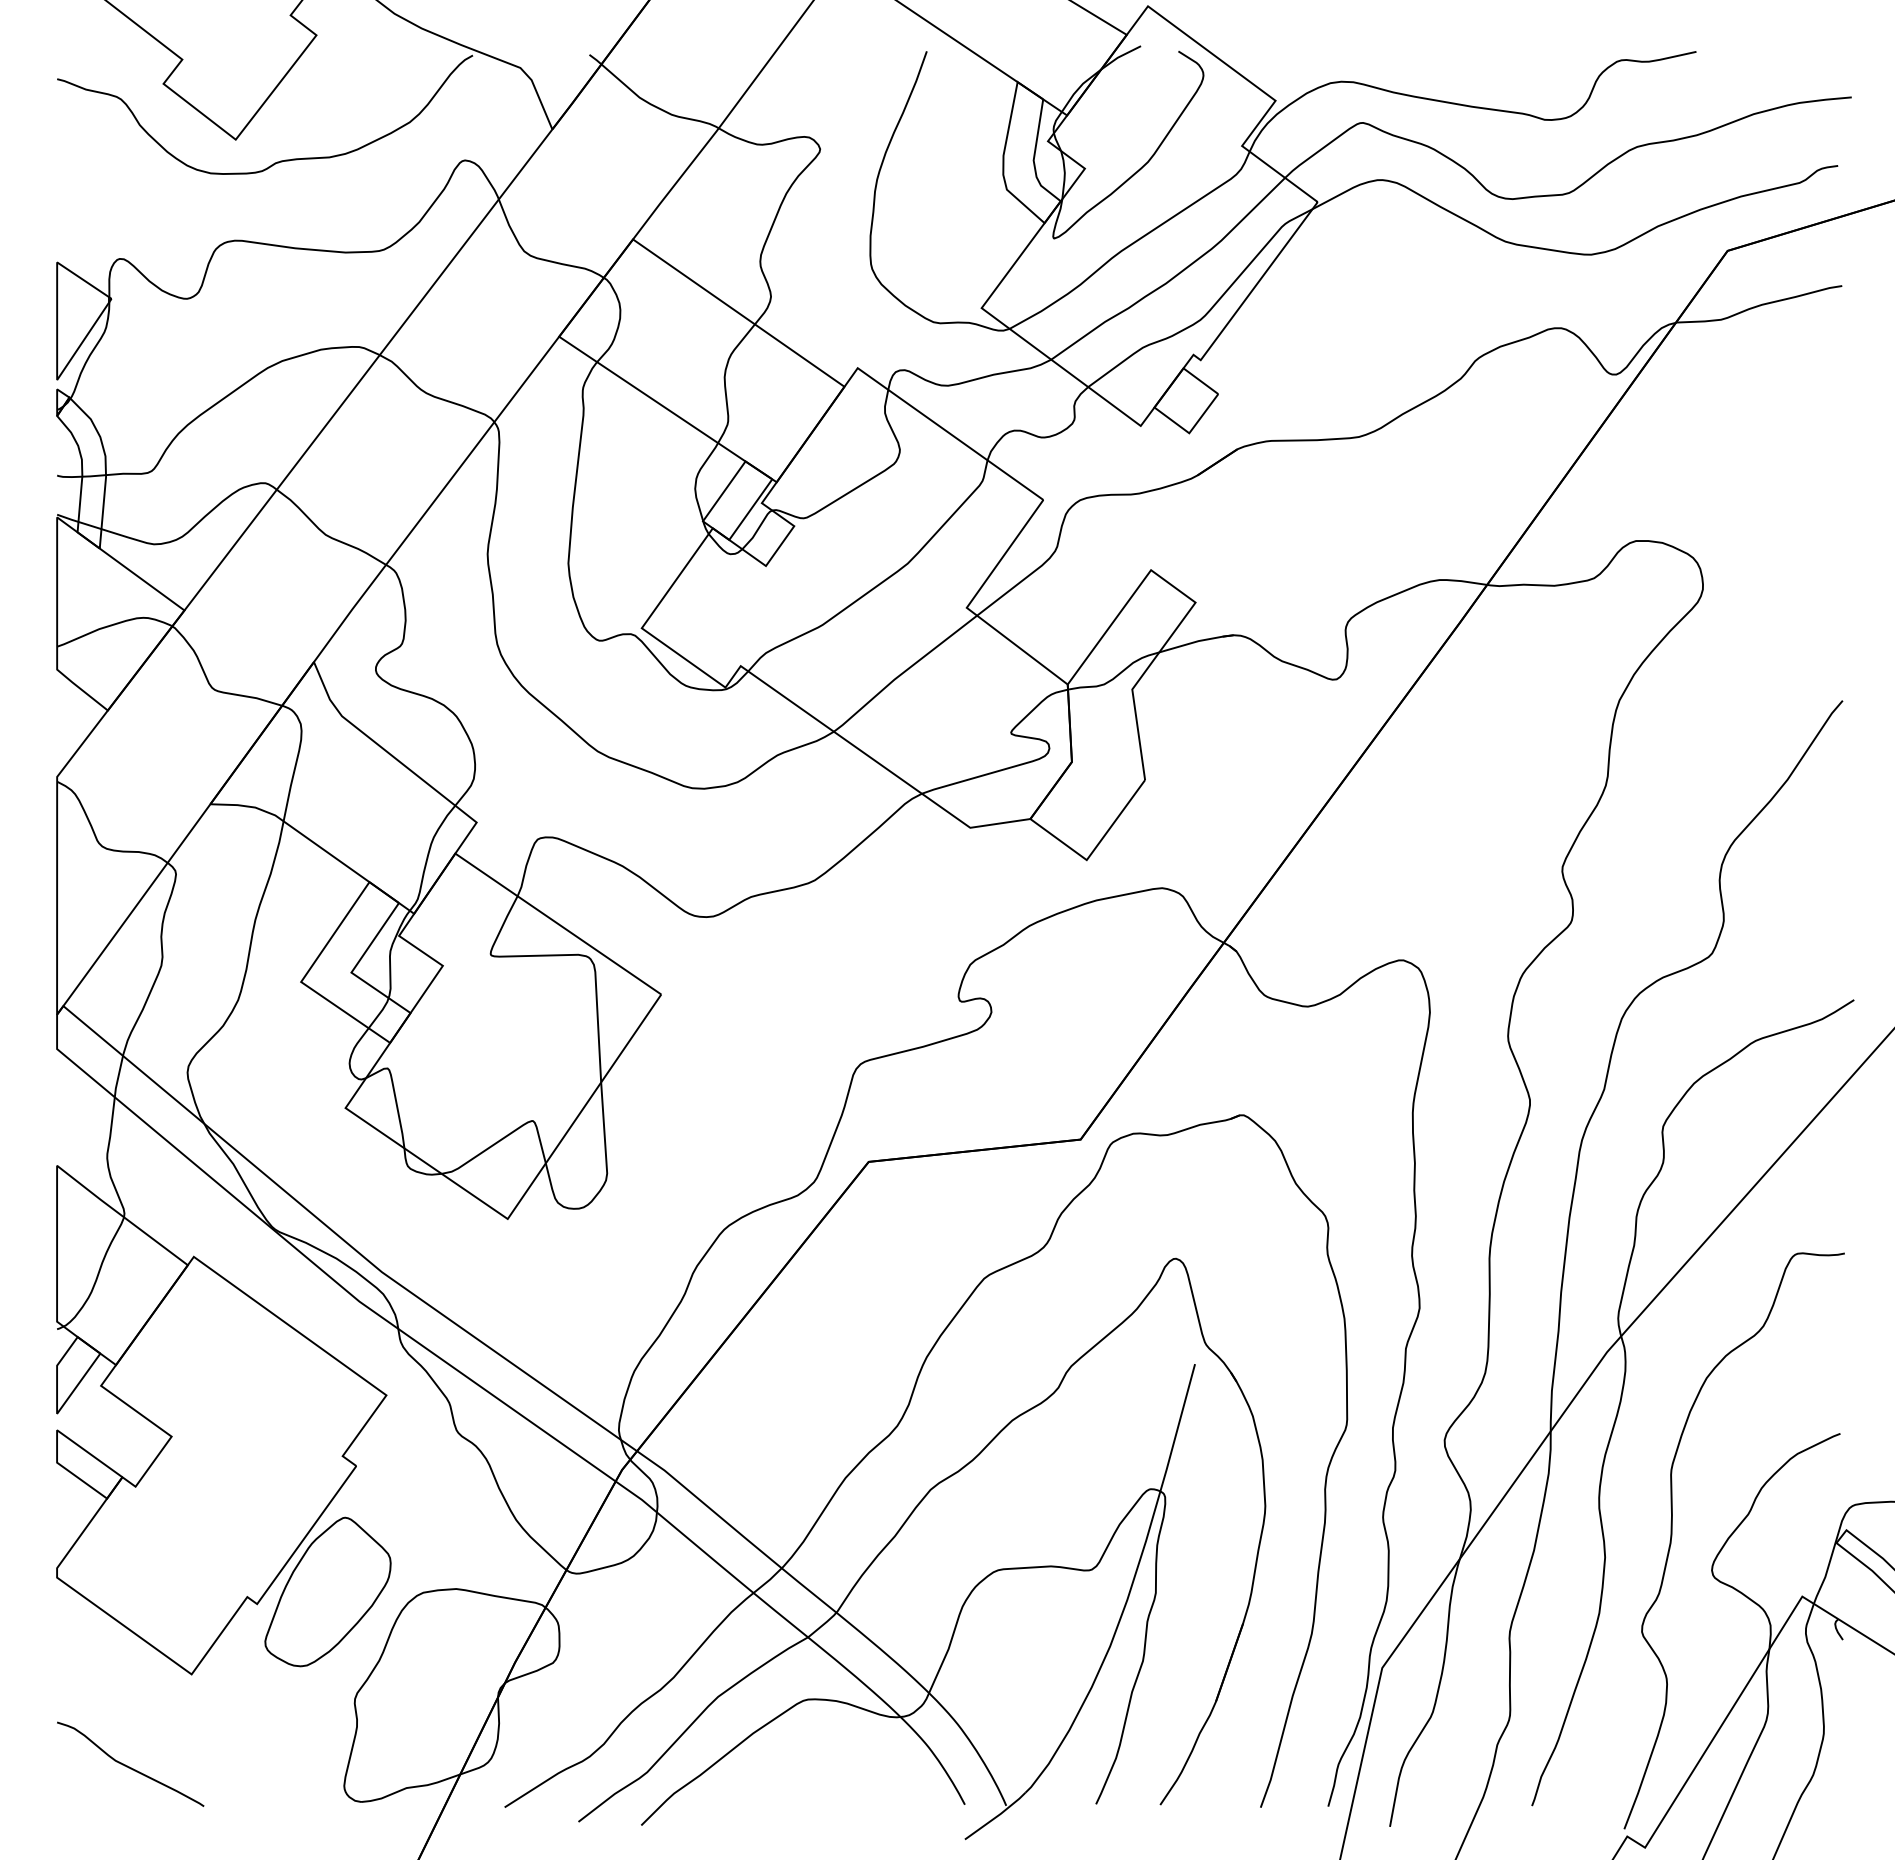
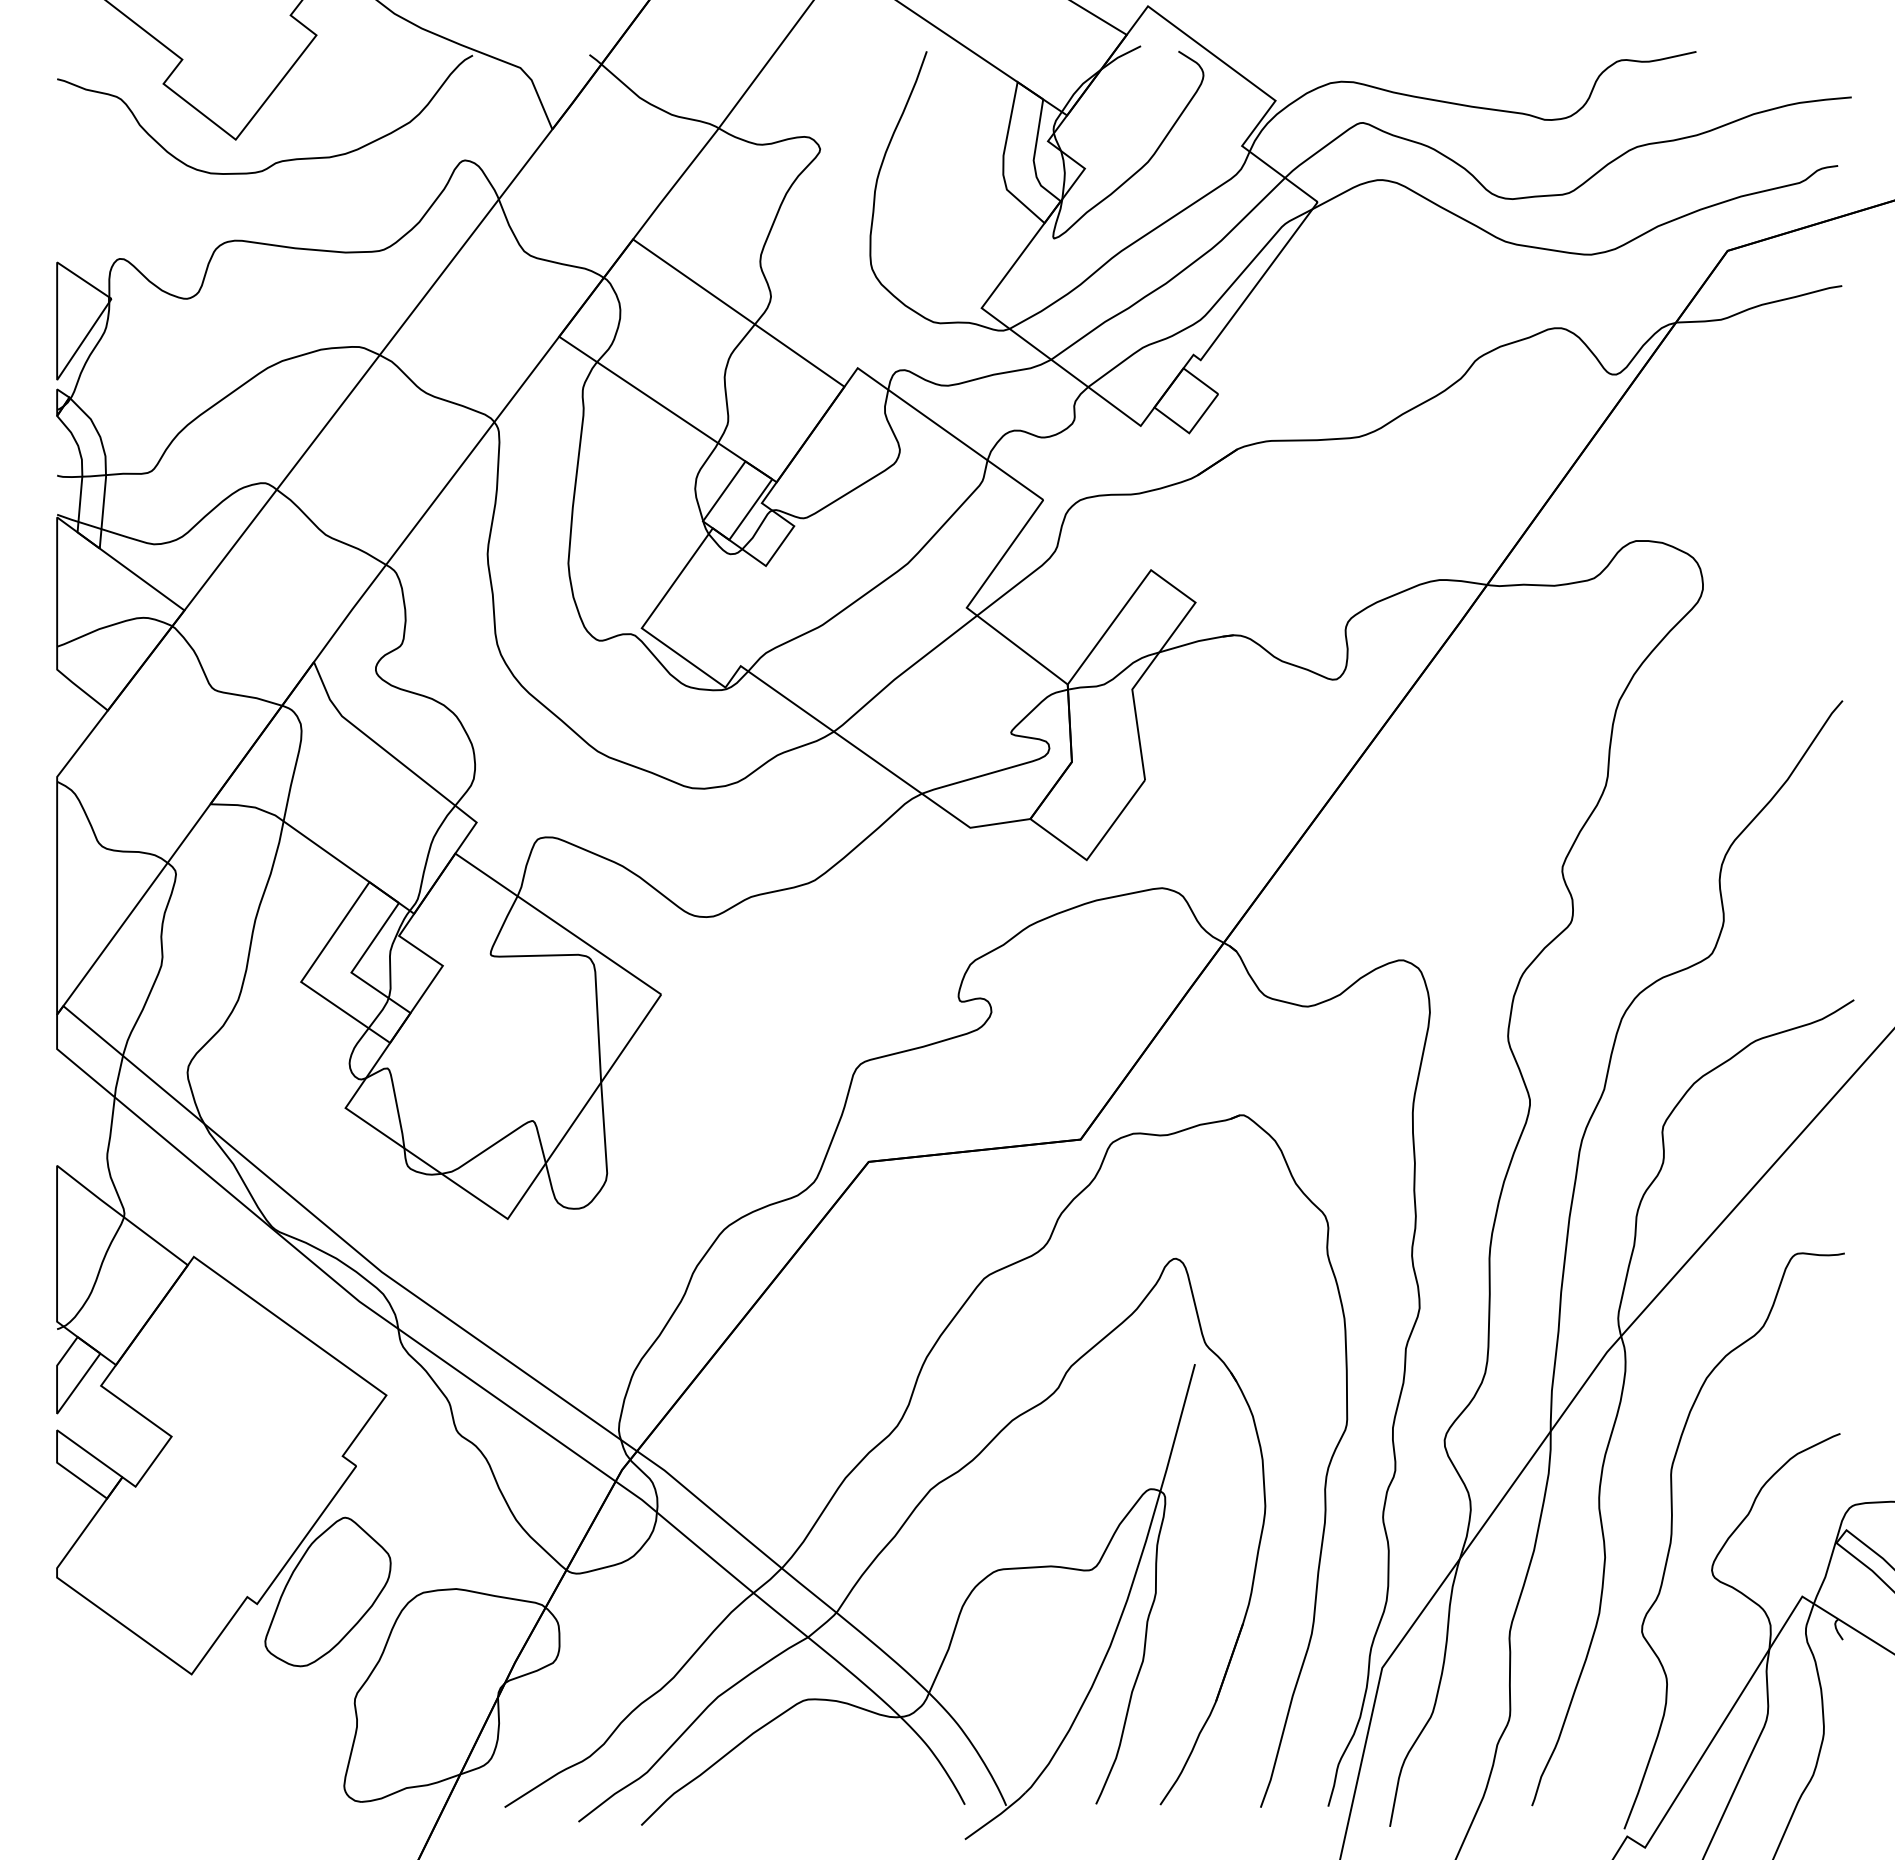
curve at (129, 1766): present -> none
